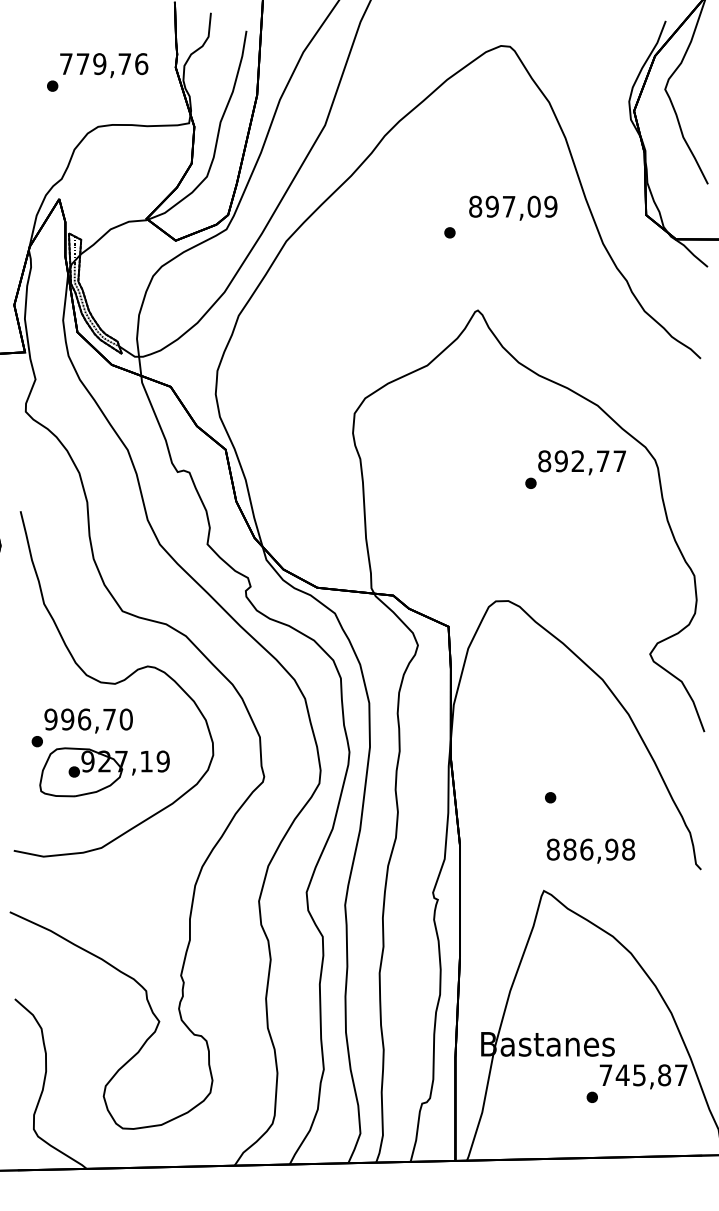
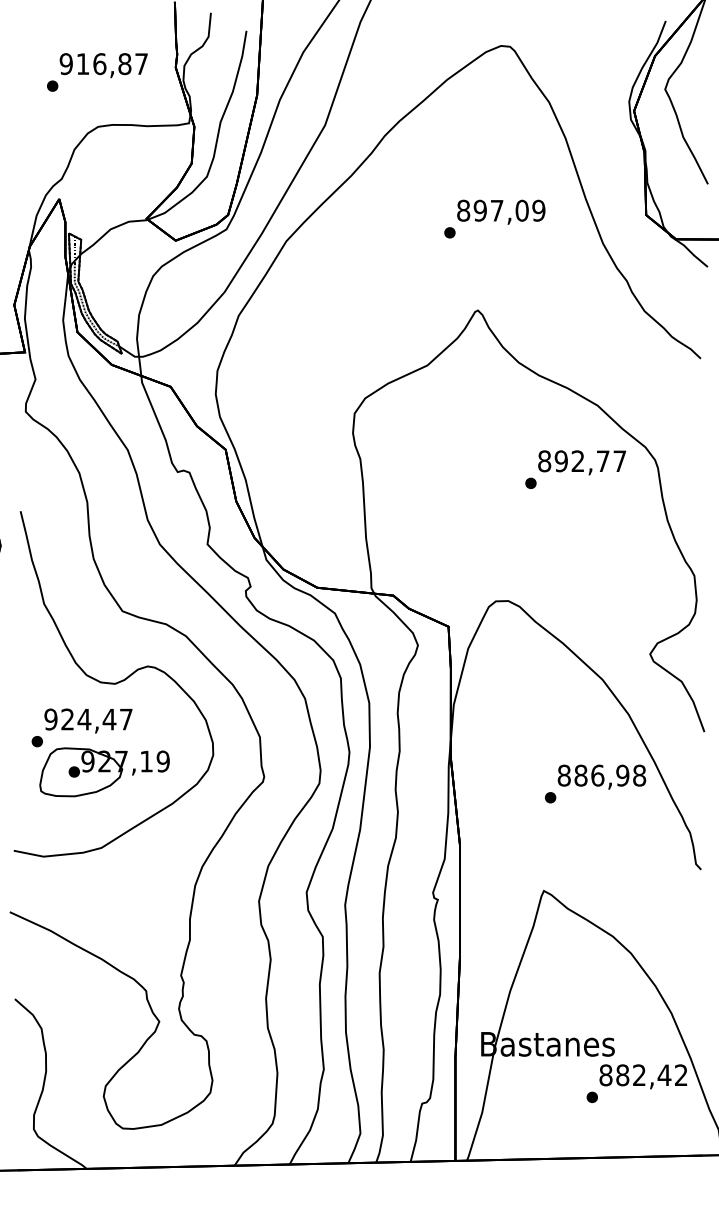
text at (103, 64): 779,76 -> 916,87
text at (513, 207) position: (513, 207) -> (501, 211)
text at (96, 719): 996,70 -> 924,47
text at (590, 850) position: (590, 850) -> (601, 776)
text at (643, 1075): 745,87 -> 882,42
